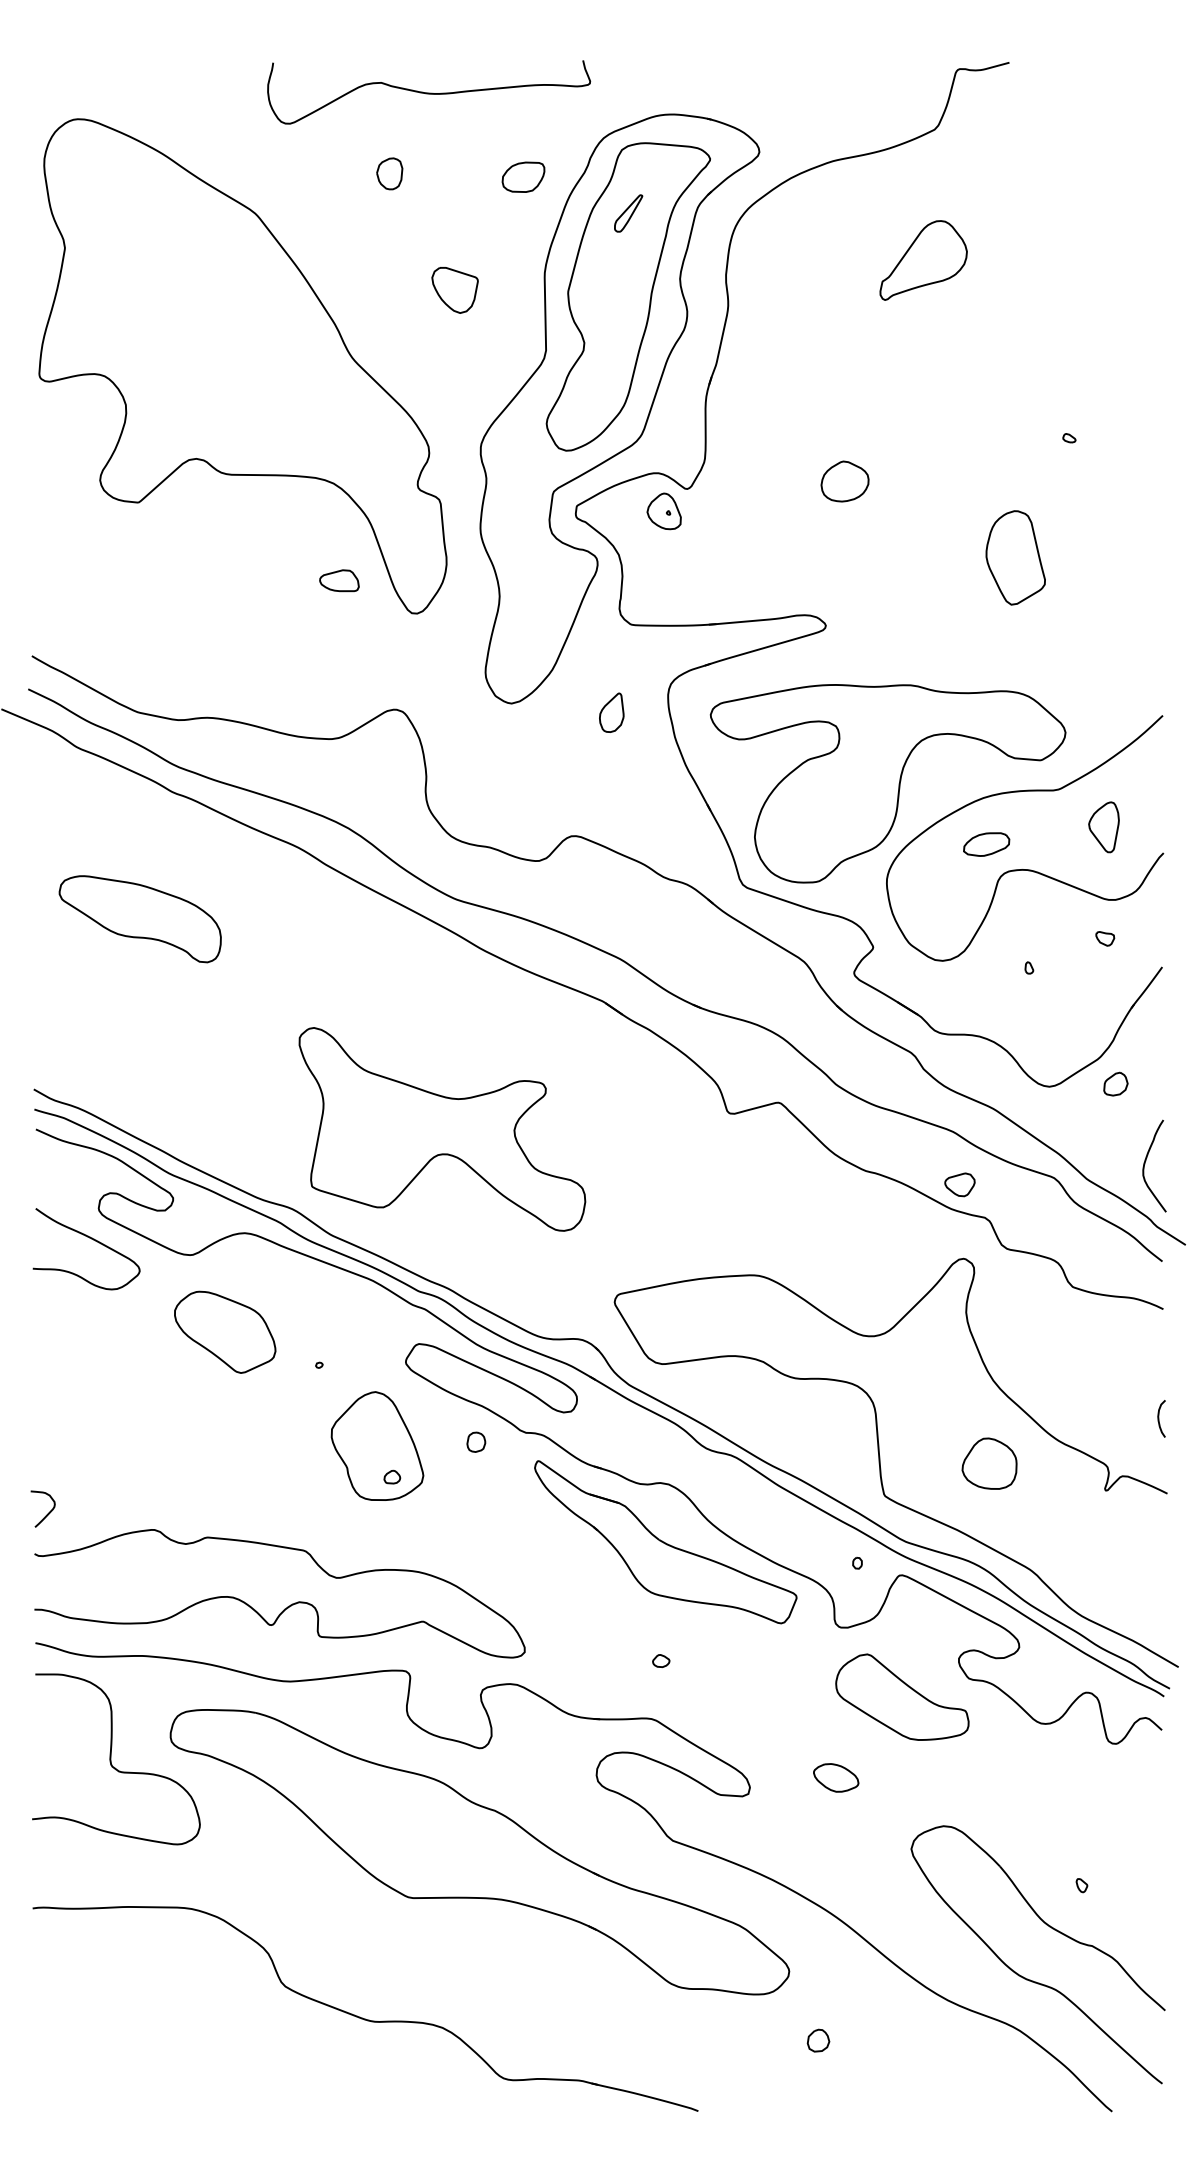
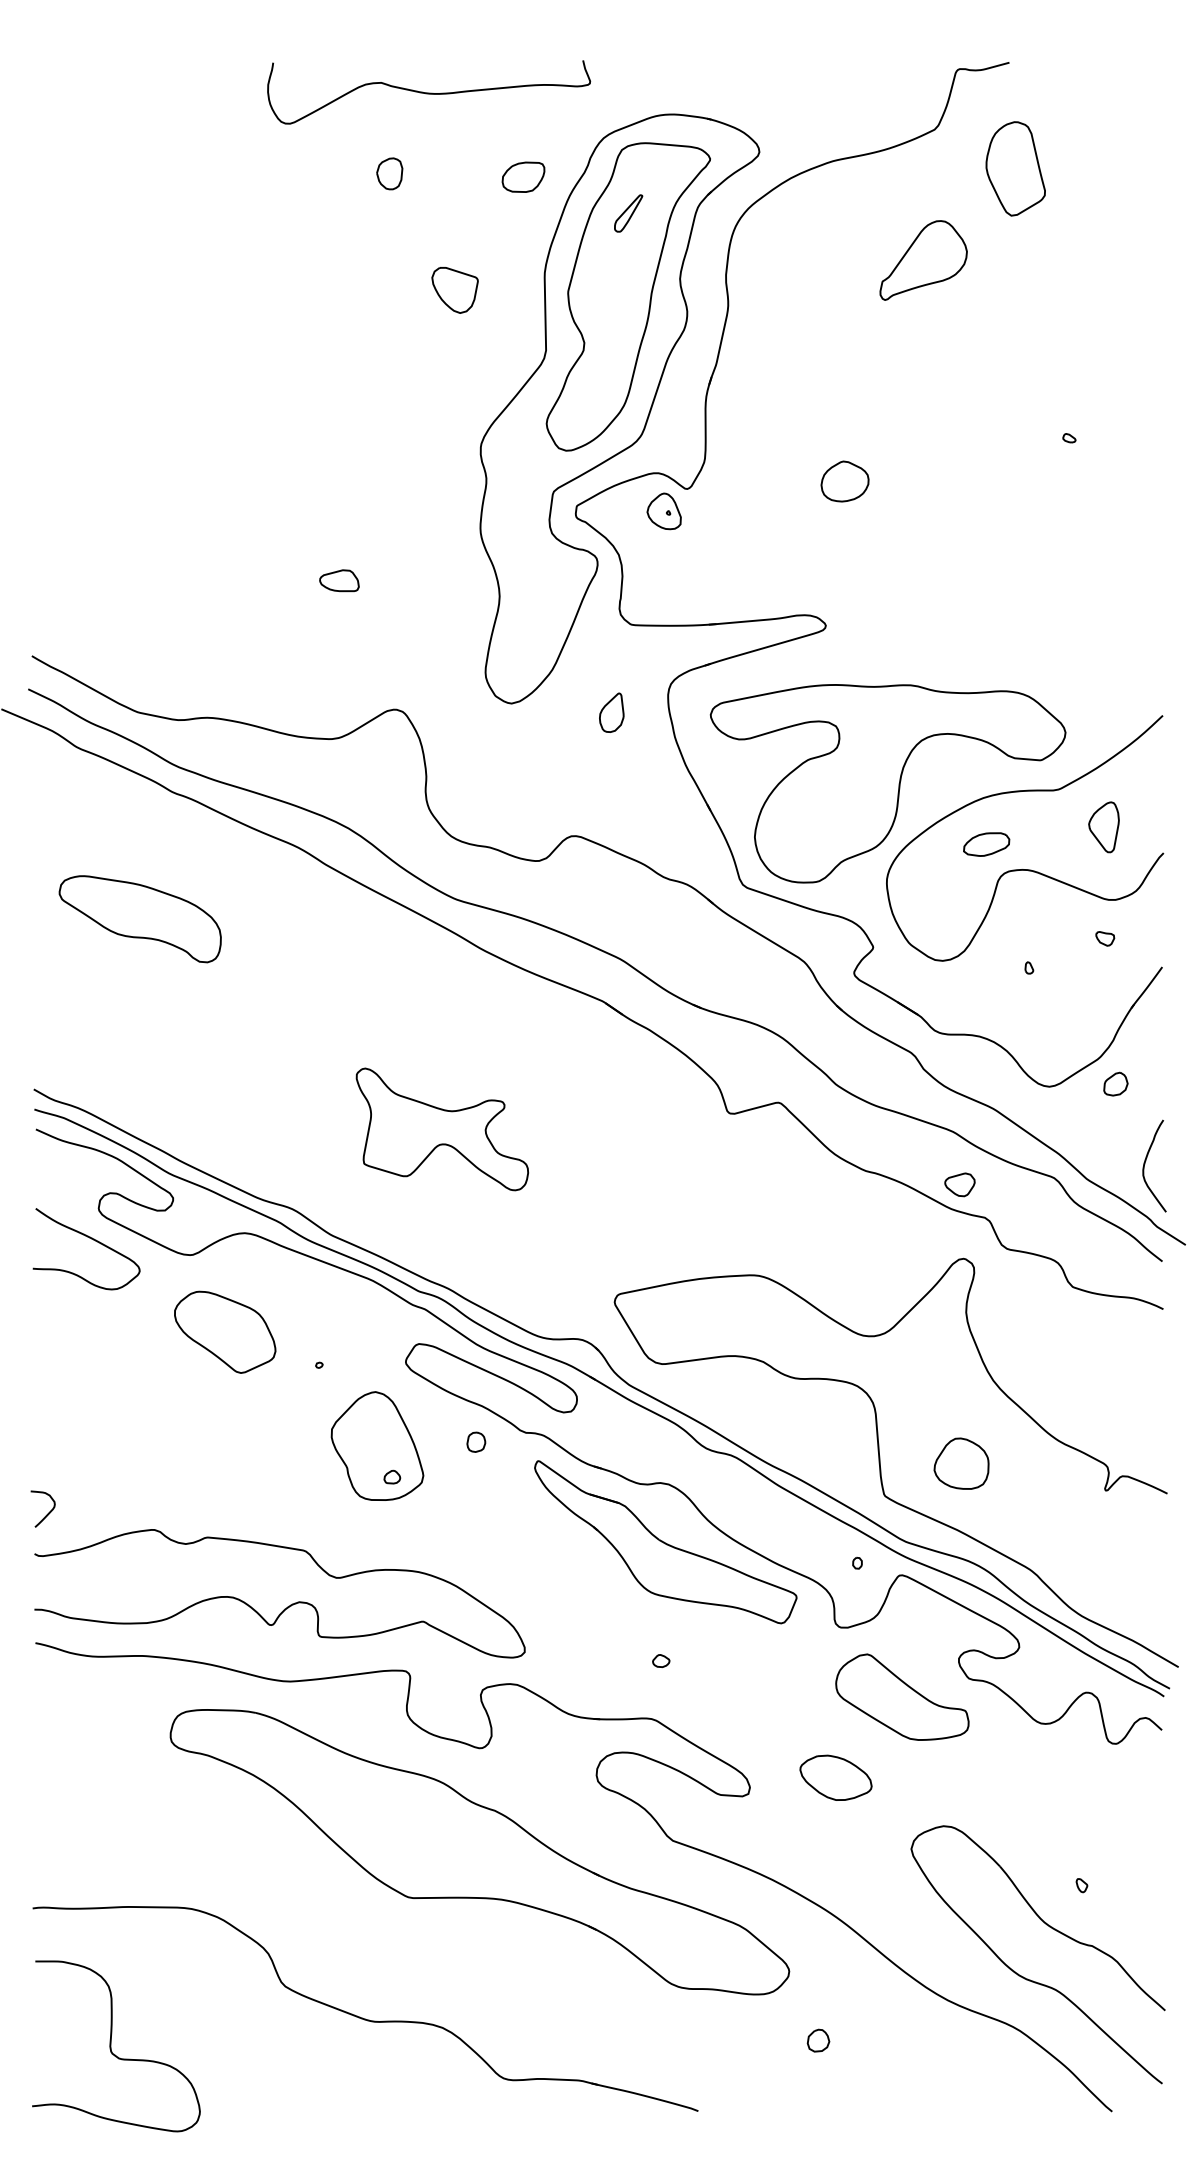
part at (242, 366): present -> none
part at (1015, 557) position: (1015, 557) -> (1015, 168)
part at (442, 1129) size: 289x205 px -> 174x125 px
curve at (1159, 1418): present -> none
part at (989, 1463) position: (989, 1463) -> (961, 1463)
curve at (111, 1759) position: (111, 1759) -> (111, 2046)
part at (836, 1777) size: 47x30 px -> 74x47 px
